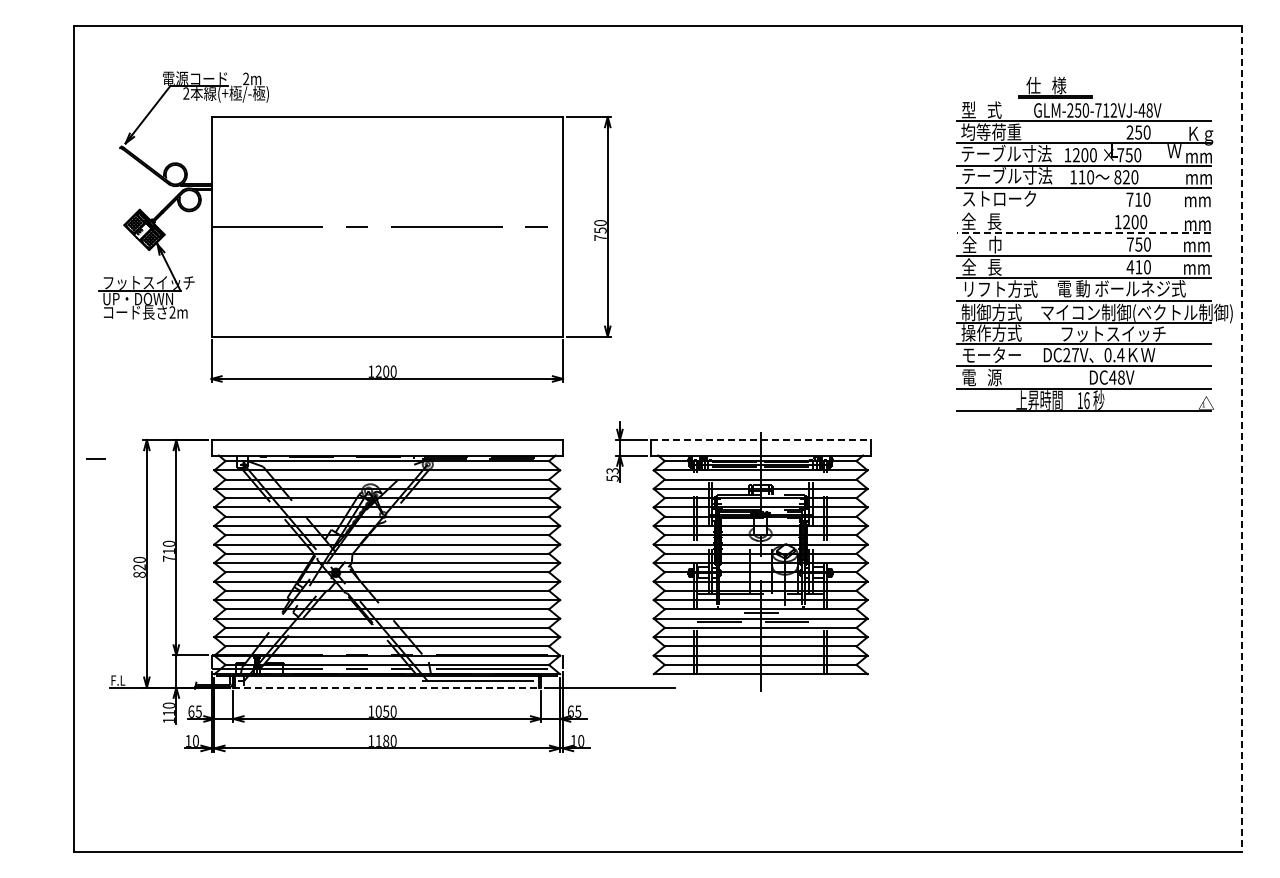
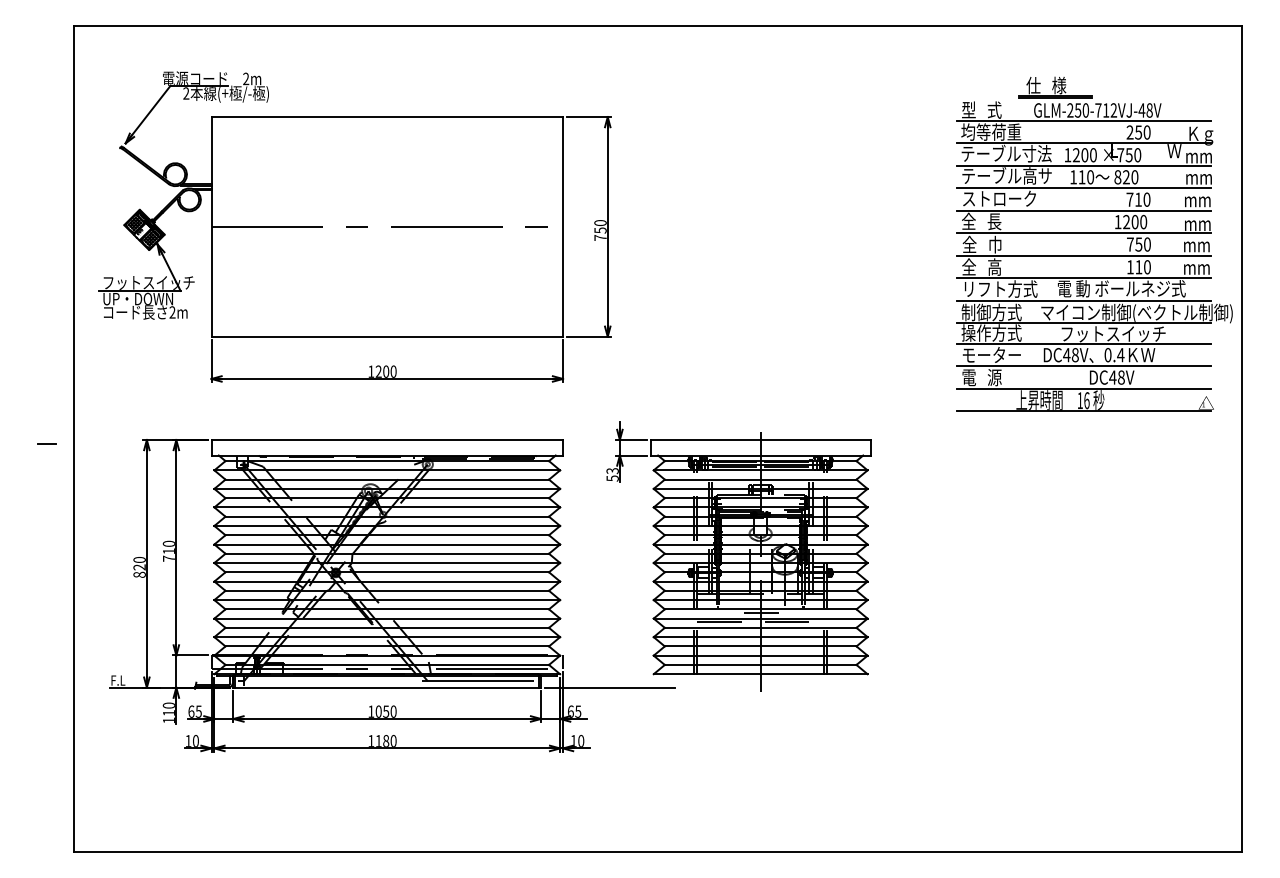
text at (1037, 175): テーブル寸法 -> テーブル高サ
line at (1083, 210): none -> present
line at (1083, 233): dashed -> solid
text at (994, 266): 全   長 -> 全   高
text at (1130, 267): 410 -> 110
text at (1070, 355): DC27V -> DC48V
line at (1241, 438): dashed -> solid
line at (760, 439): dashed -> solid
line at (95, 458) position: (95, 458) -> (46, 443)
line at (387, 687): dashed -> solid
